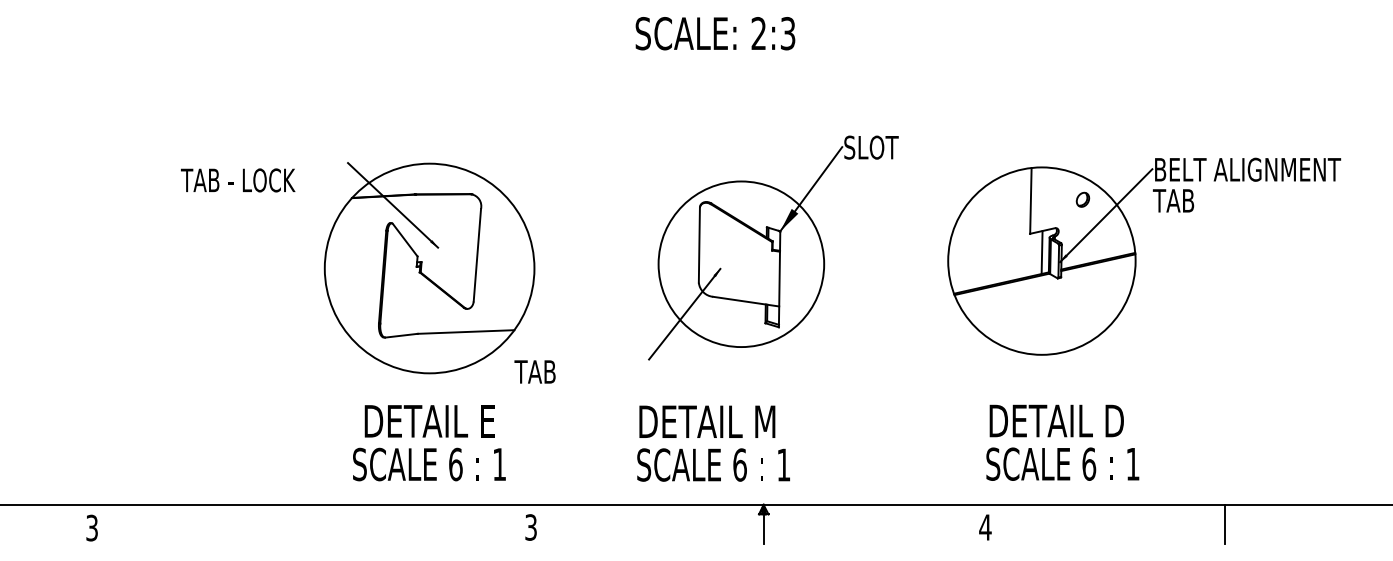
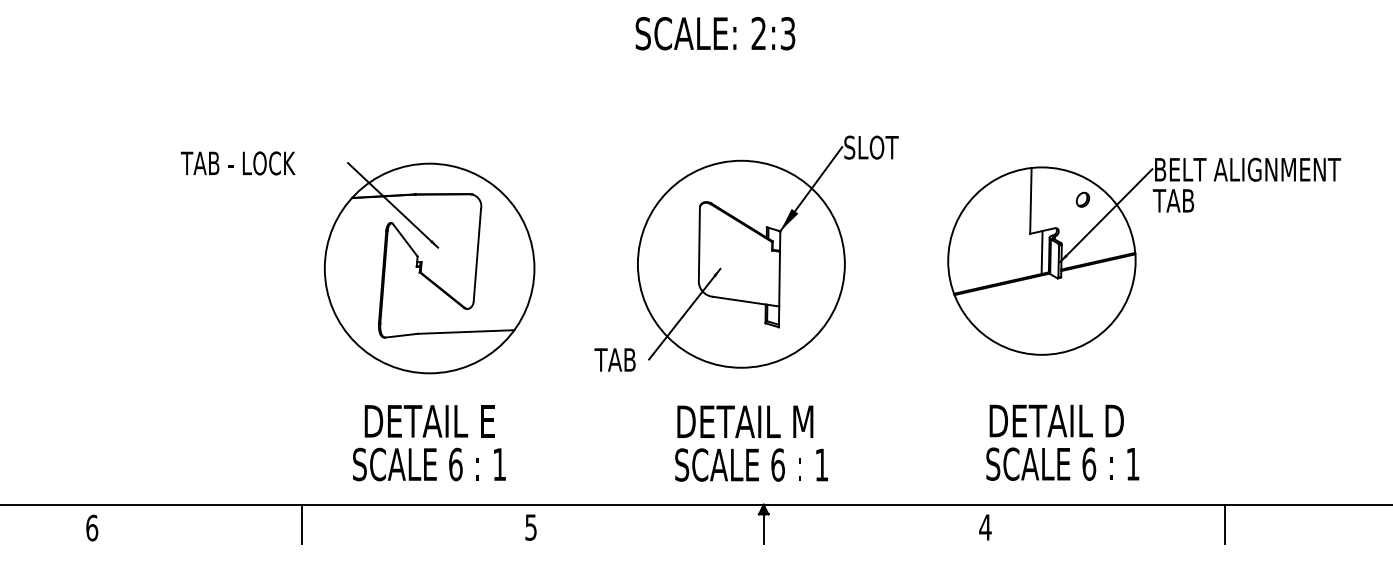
text at (238, 180) position: (238, 180) -> (238, 163)
circle at (741, 264) diameter: 166 px -> 207 px
text at (534, 371) position: (534, 371) -> (614, 359)
text at (713, 443) position: (713, 443) -> (751, 443)
line at (301, 524): none -> present
text at (92, 527): 3 -> 6
text at (530, 527): 3 -> 5
